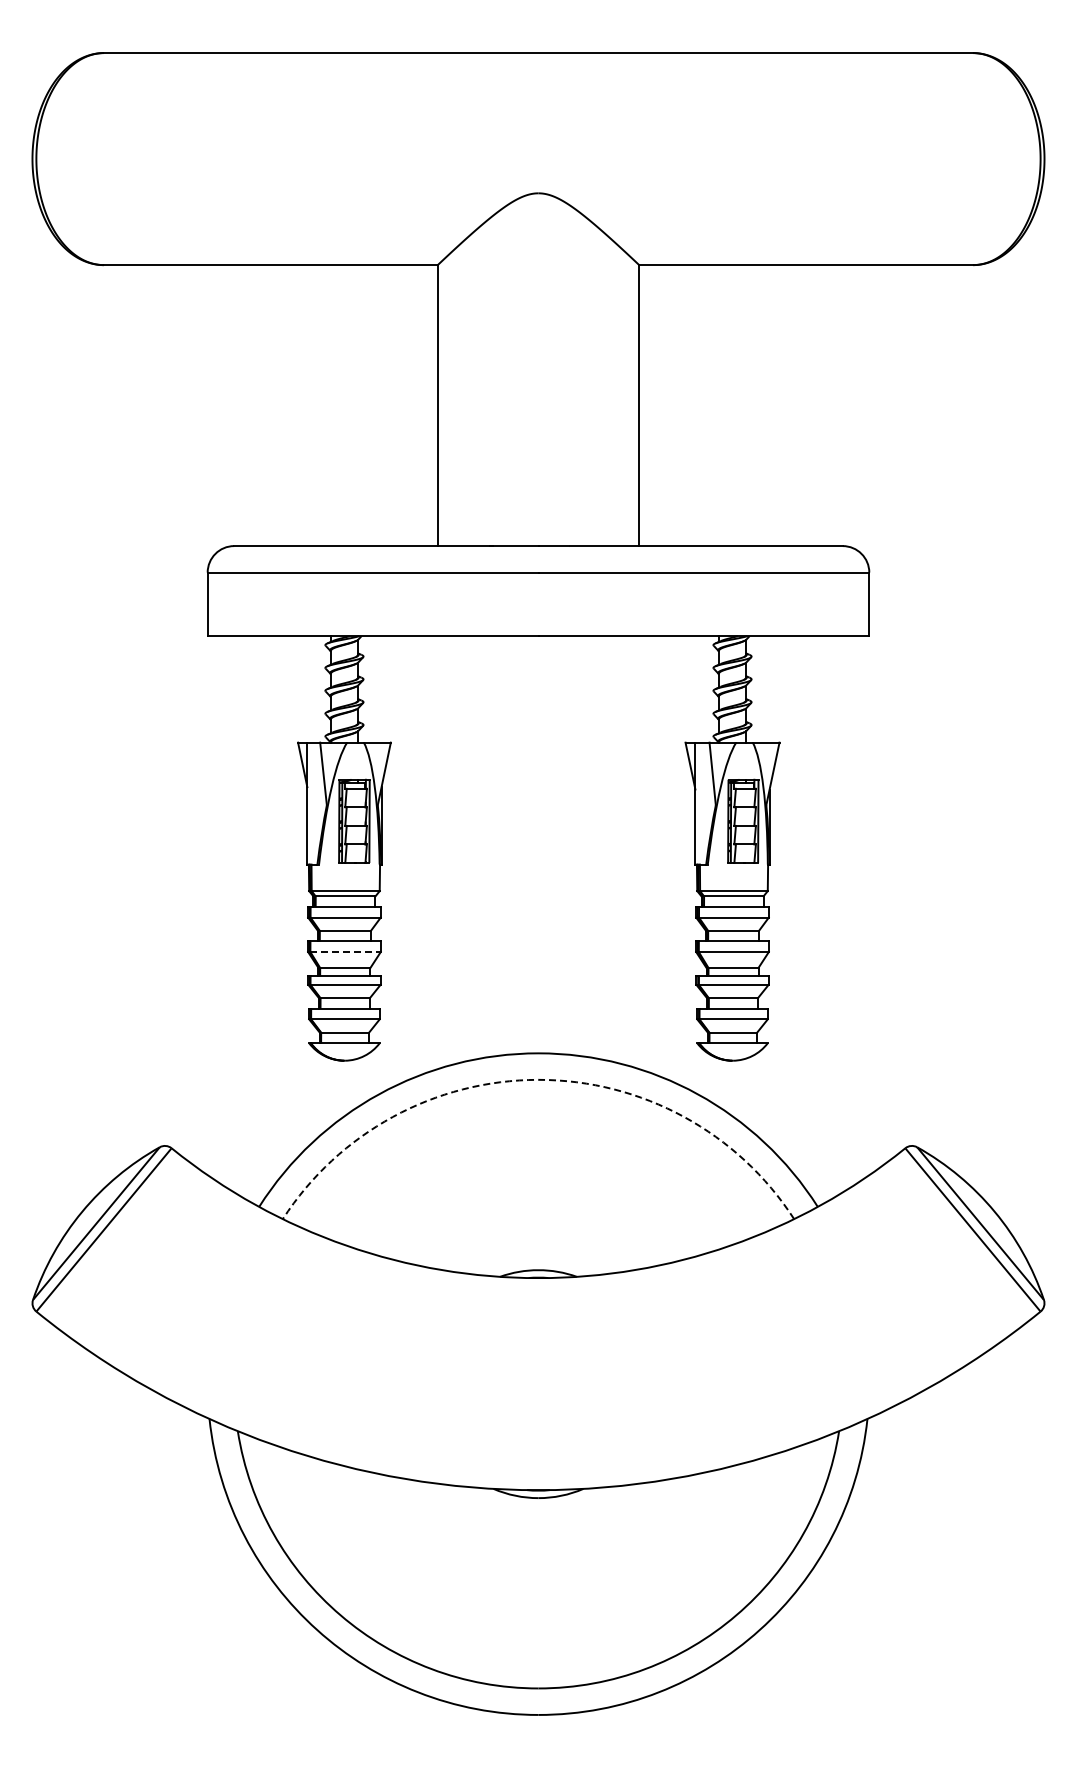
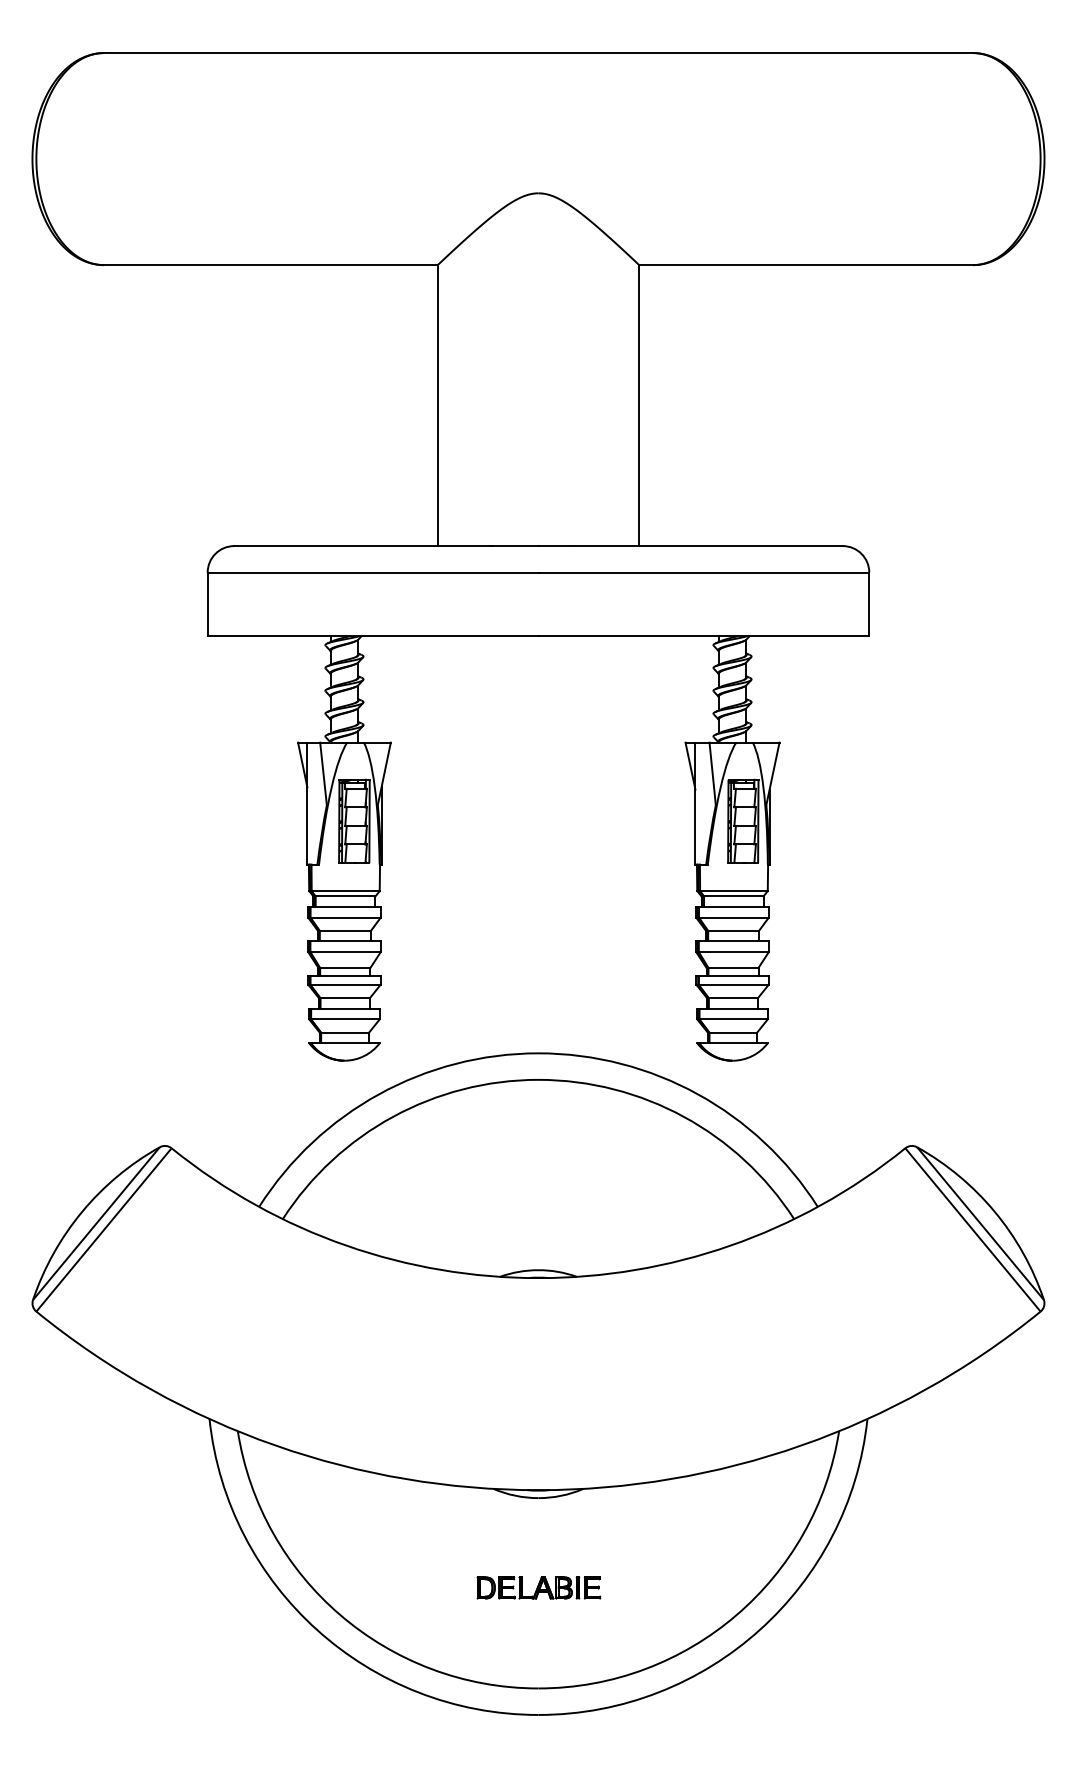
line at (346, 952): dashed -> solid
arc at (538, 1079): dashed -> solid
part at (538, 1587): none -> present
